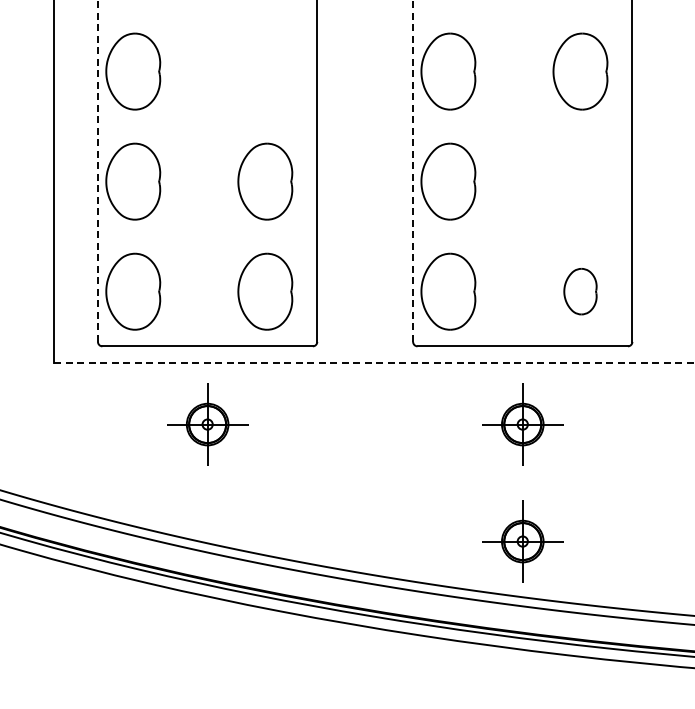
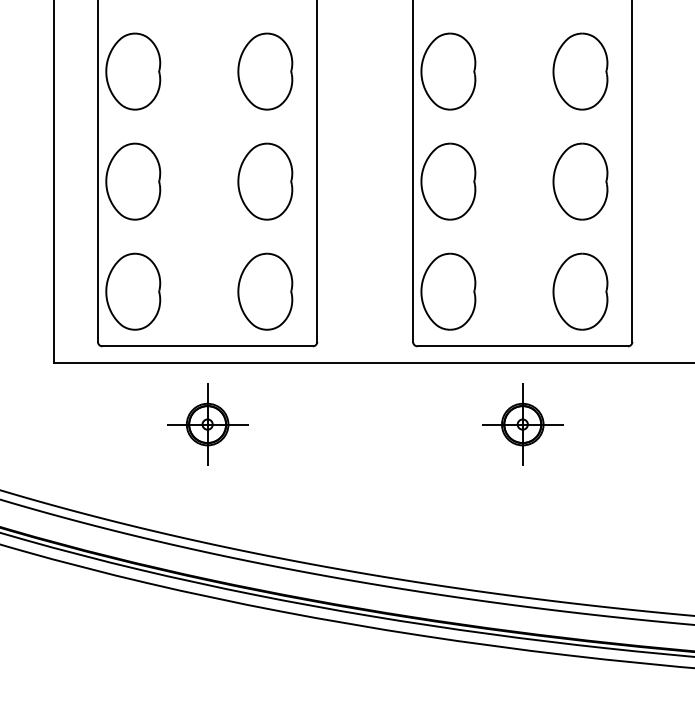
part at (265, 71): none -> present
line at (98, 171): dashed -> solid
line at (413, 171): dashed -> solid
part at (580, 181): none -> present
part at (580, 291) size: 35x48 px -> 57x79 px
line at (374, 362): dashed -> solid
part at (522, 541): present -> none
